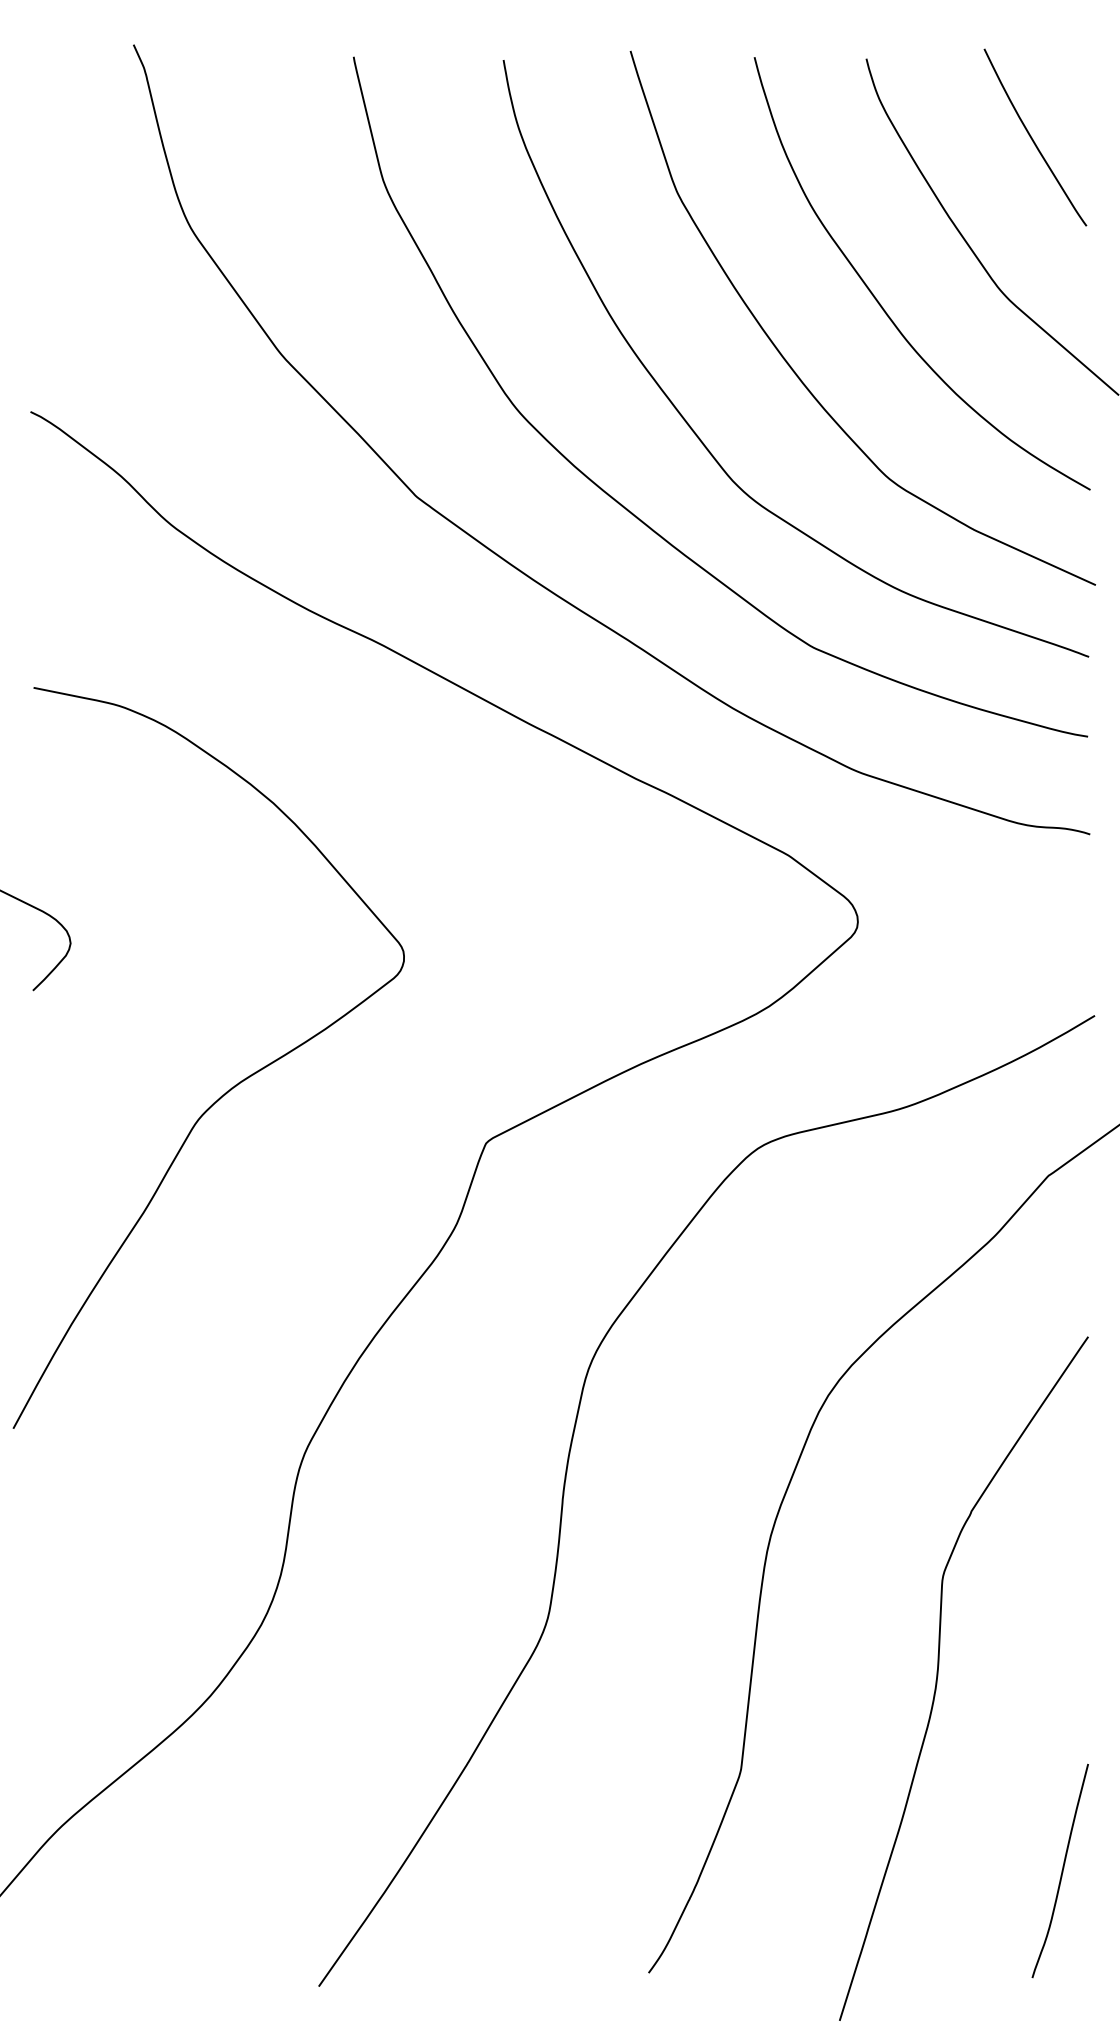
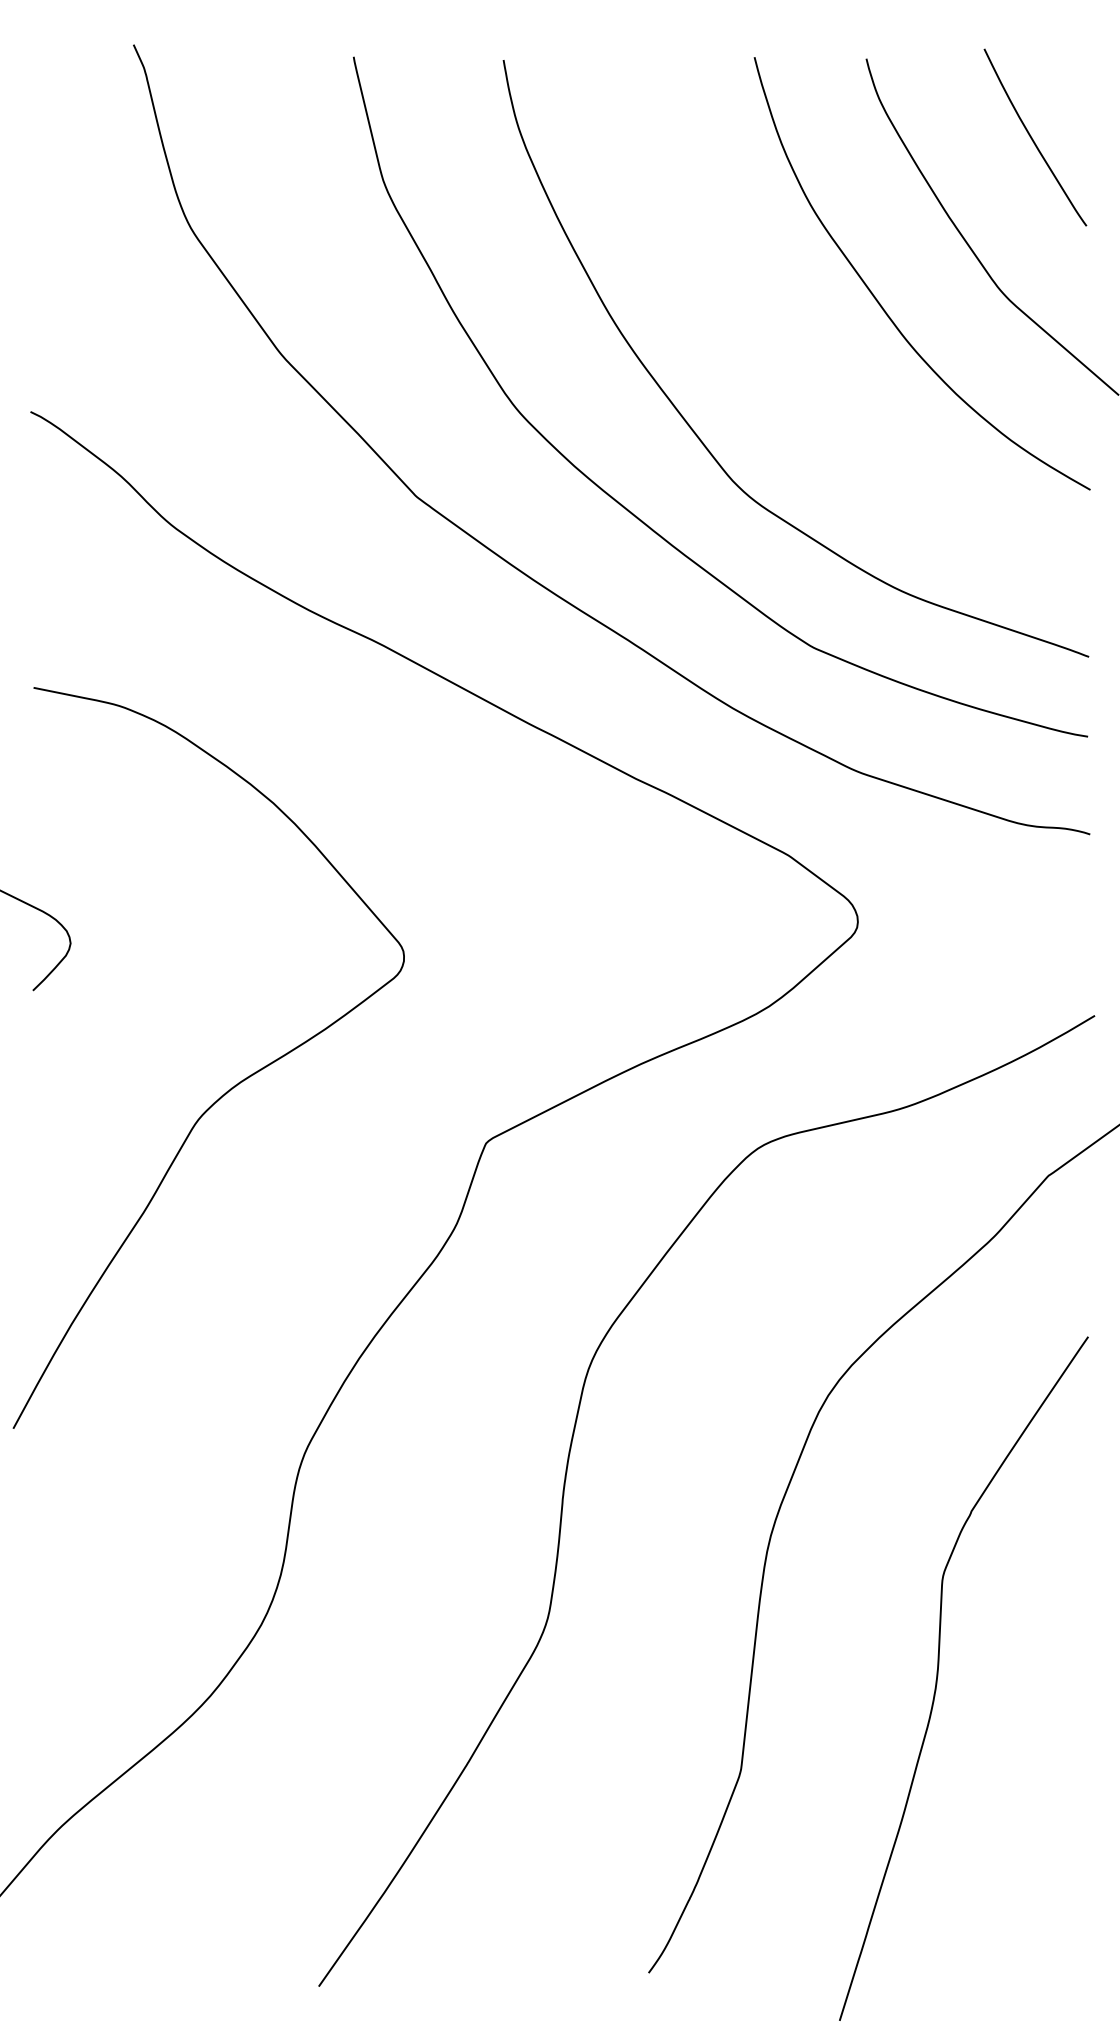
curve at (792, 367): present -> none
curve at (1061, 1870): present -> none
